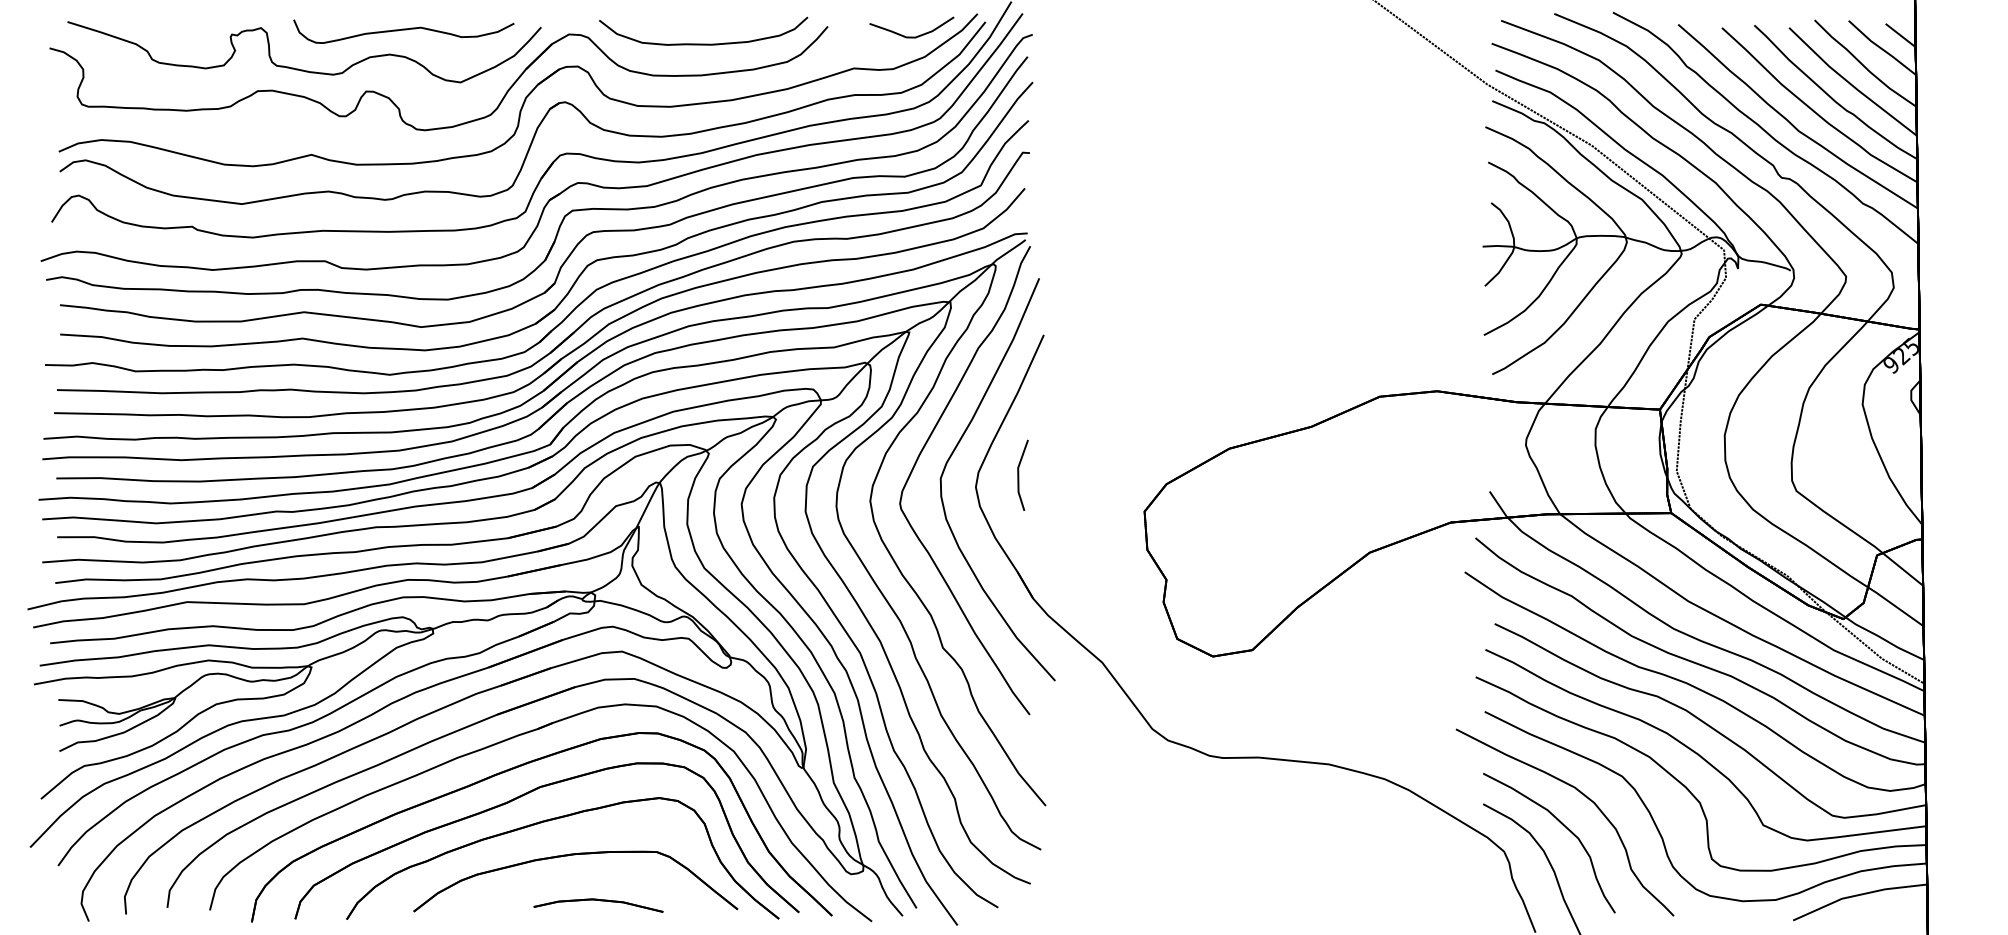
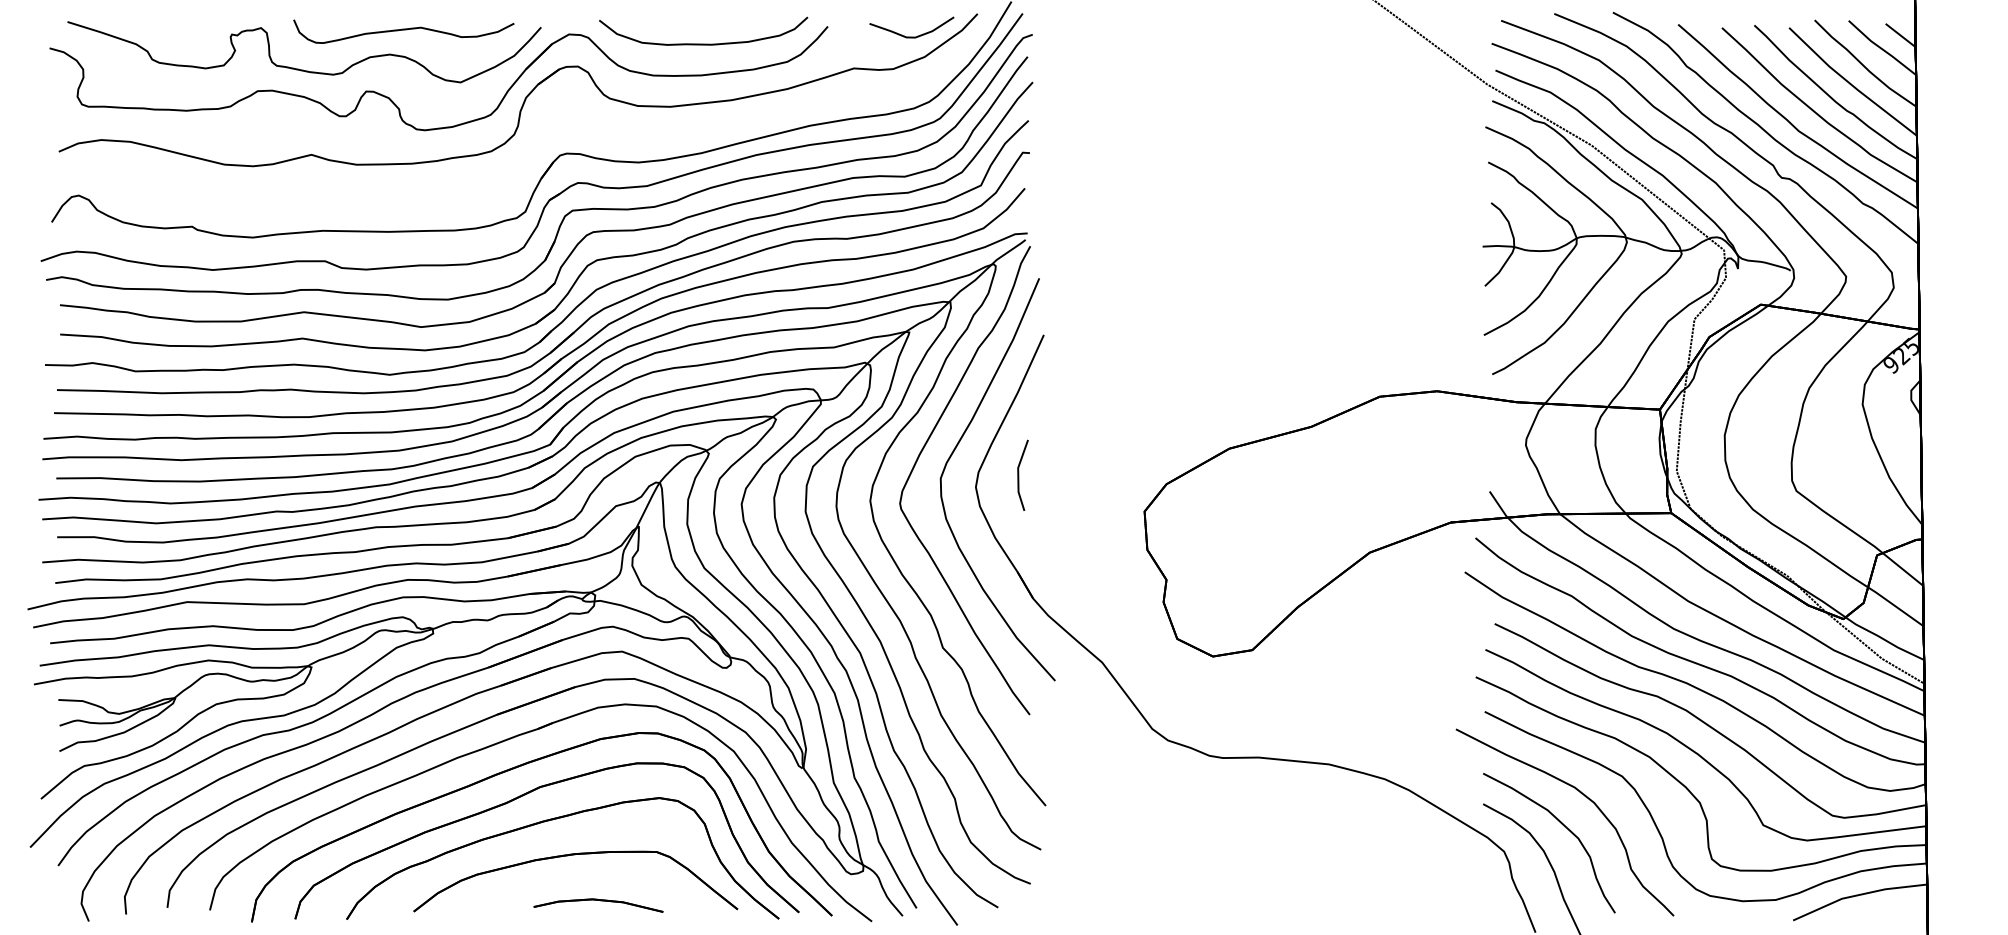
part at (538, 124): present -> none
